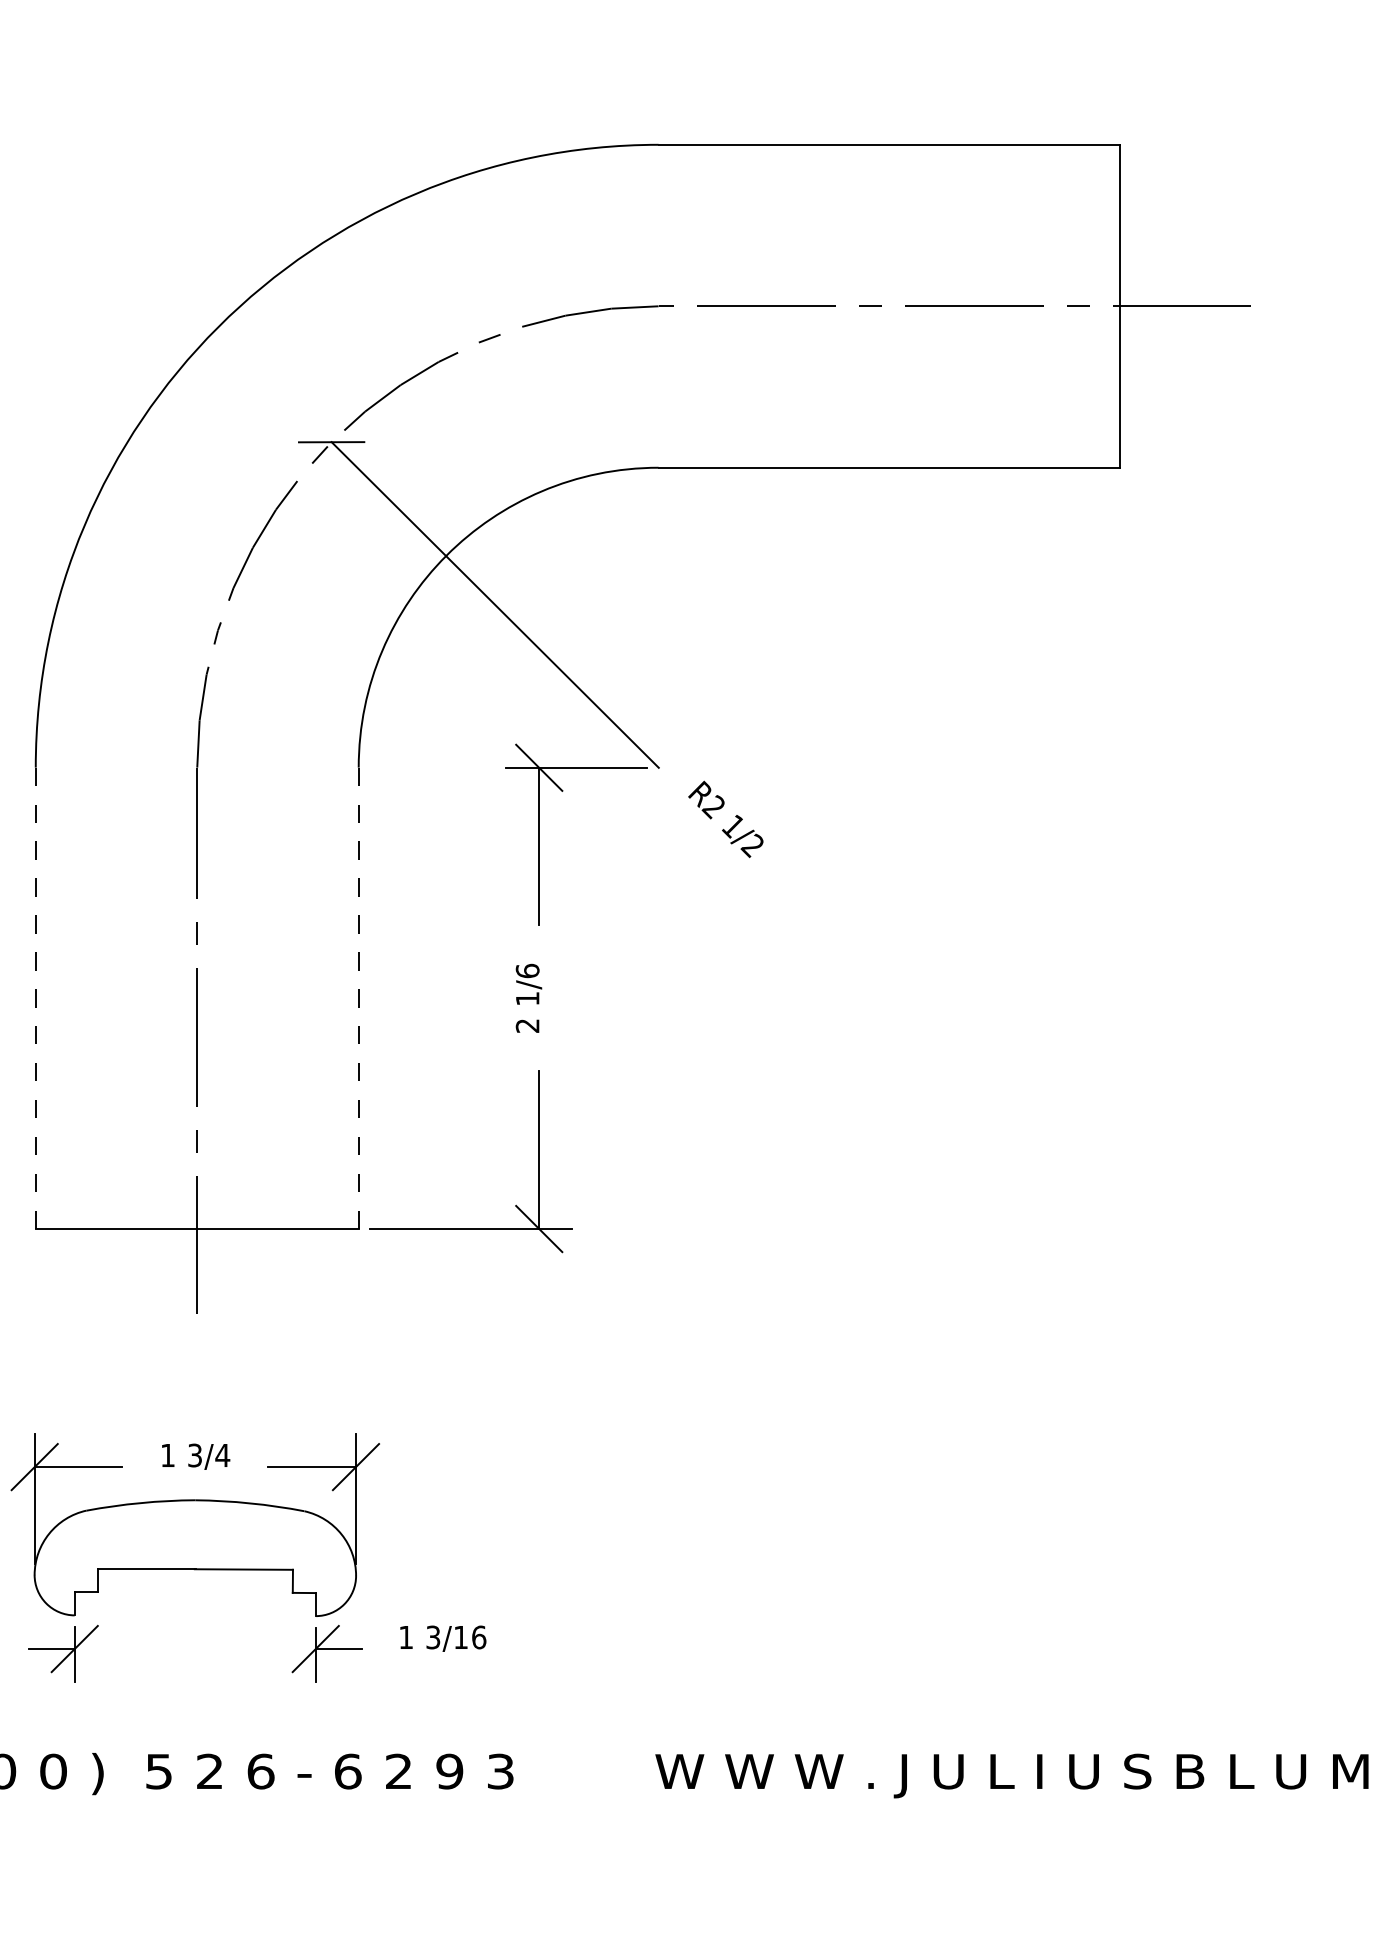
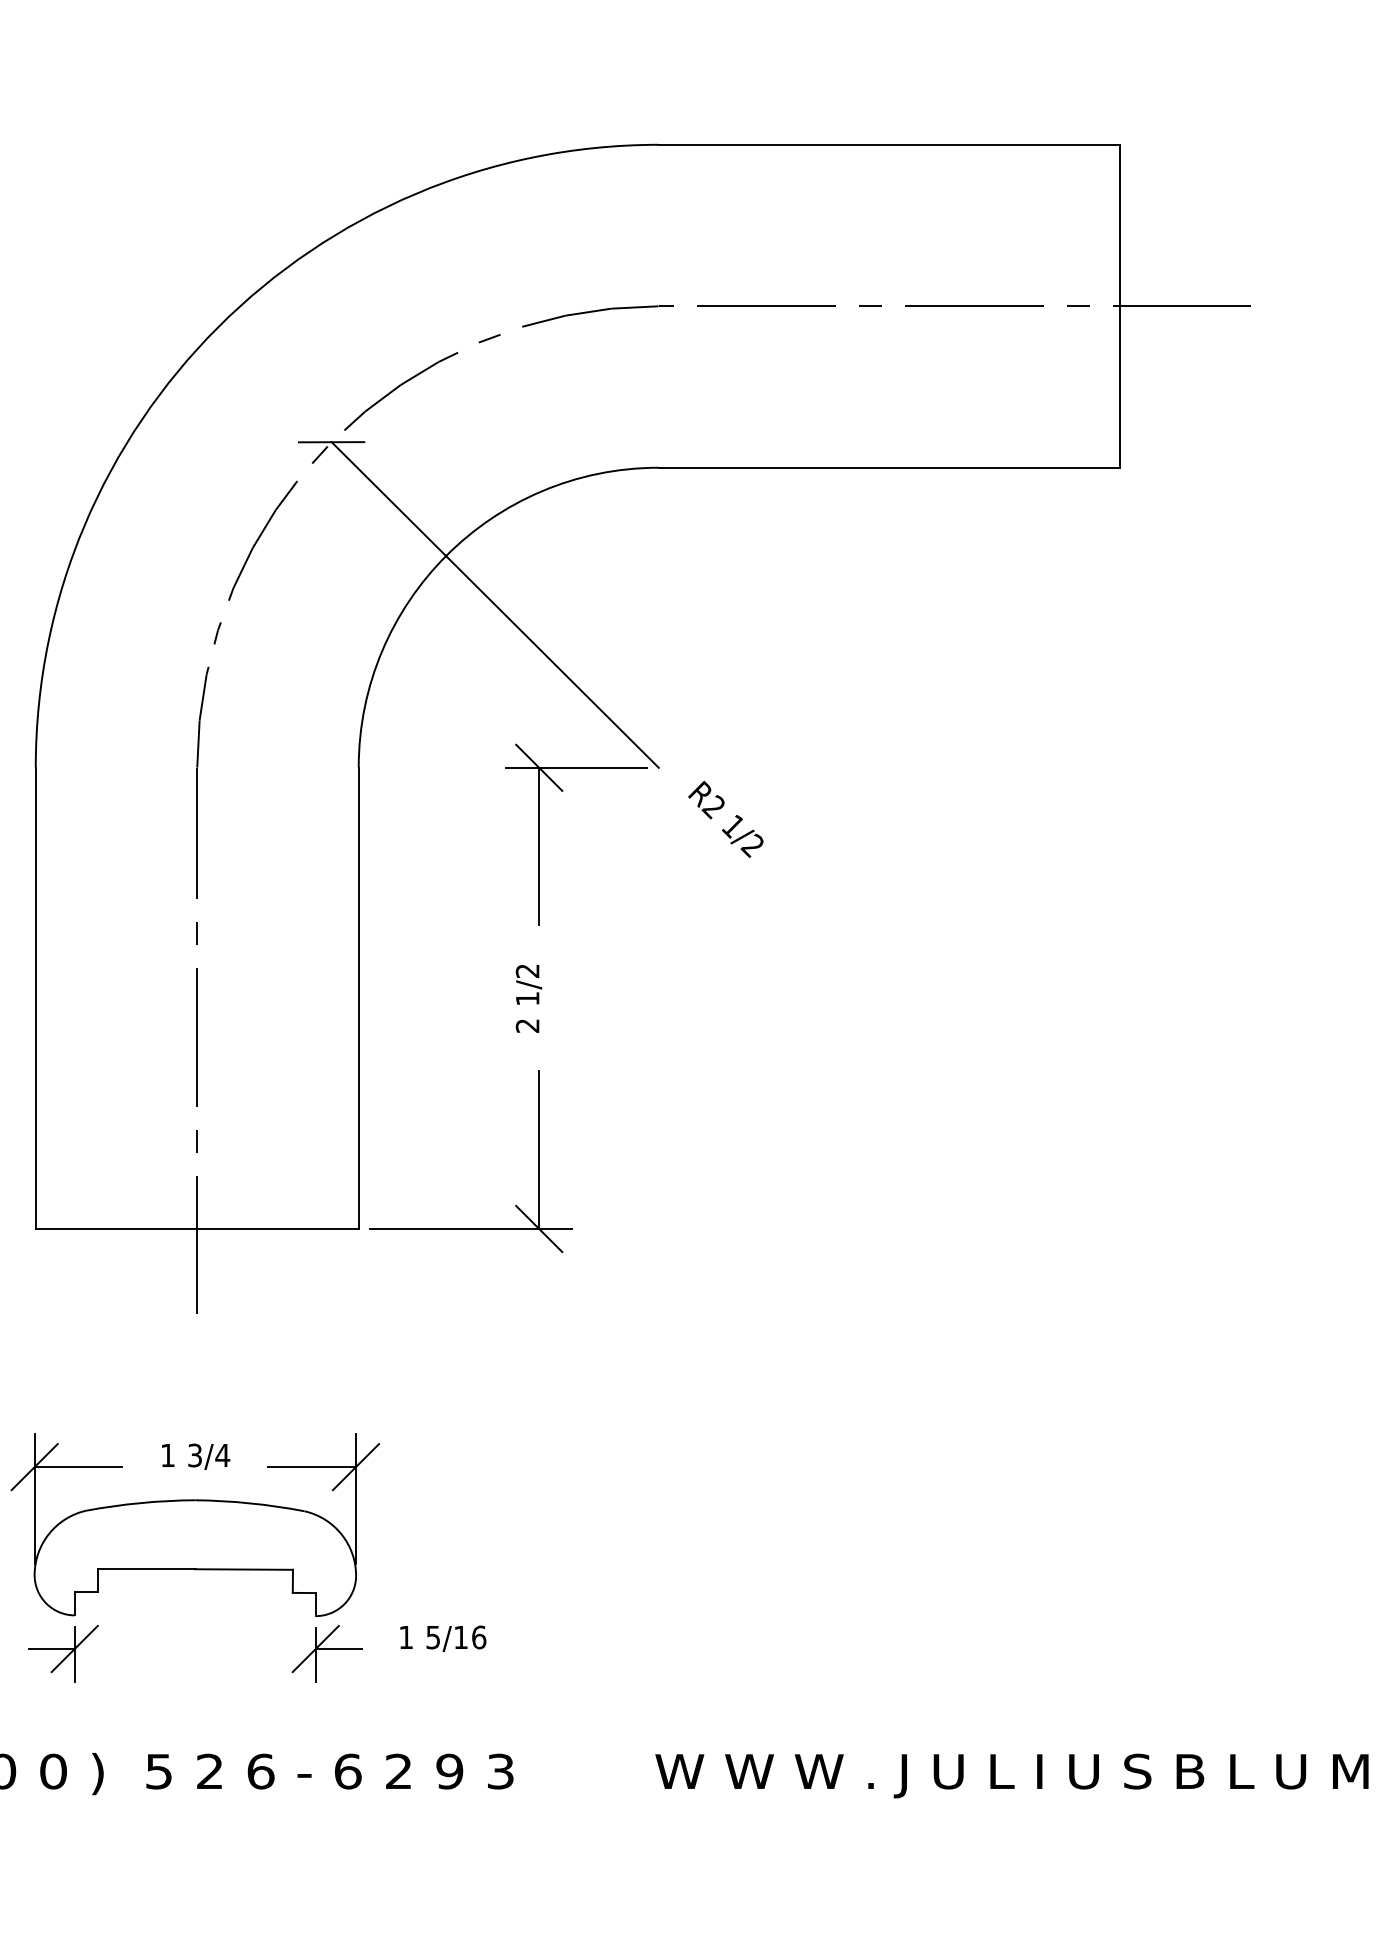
text at (527, 970): 1/6 -> 1/2
line at (35, 998): dashed -> solid
line at (358, 998): dashed -> solid
text at (433, 1636): 3/16 -> 5/16
